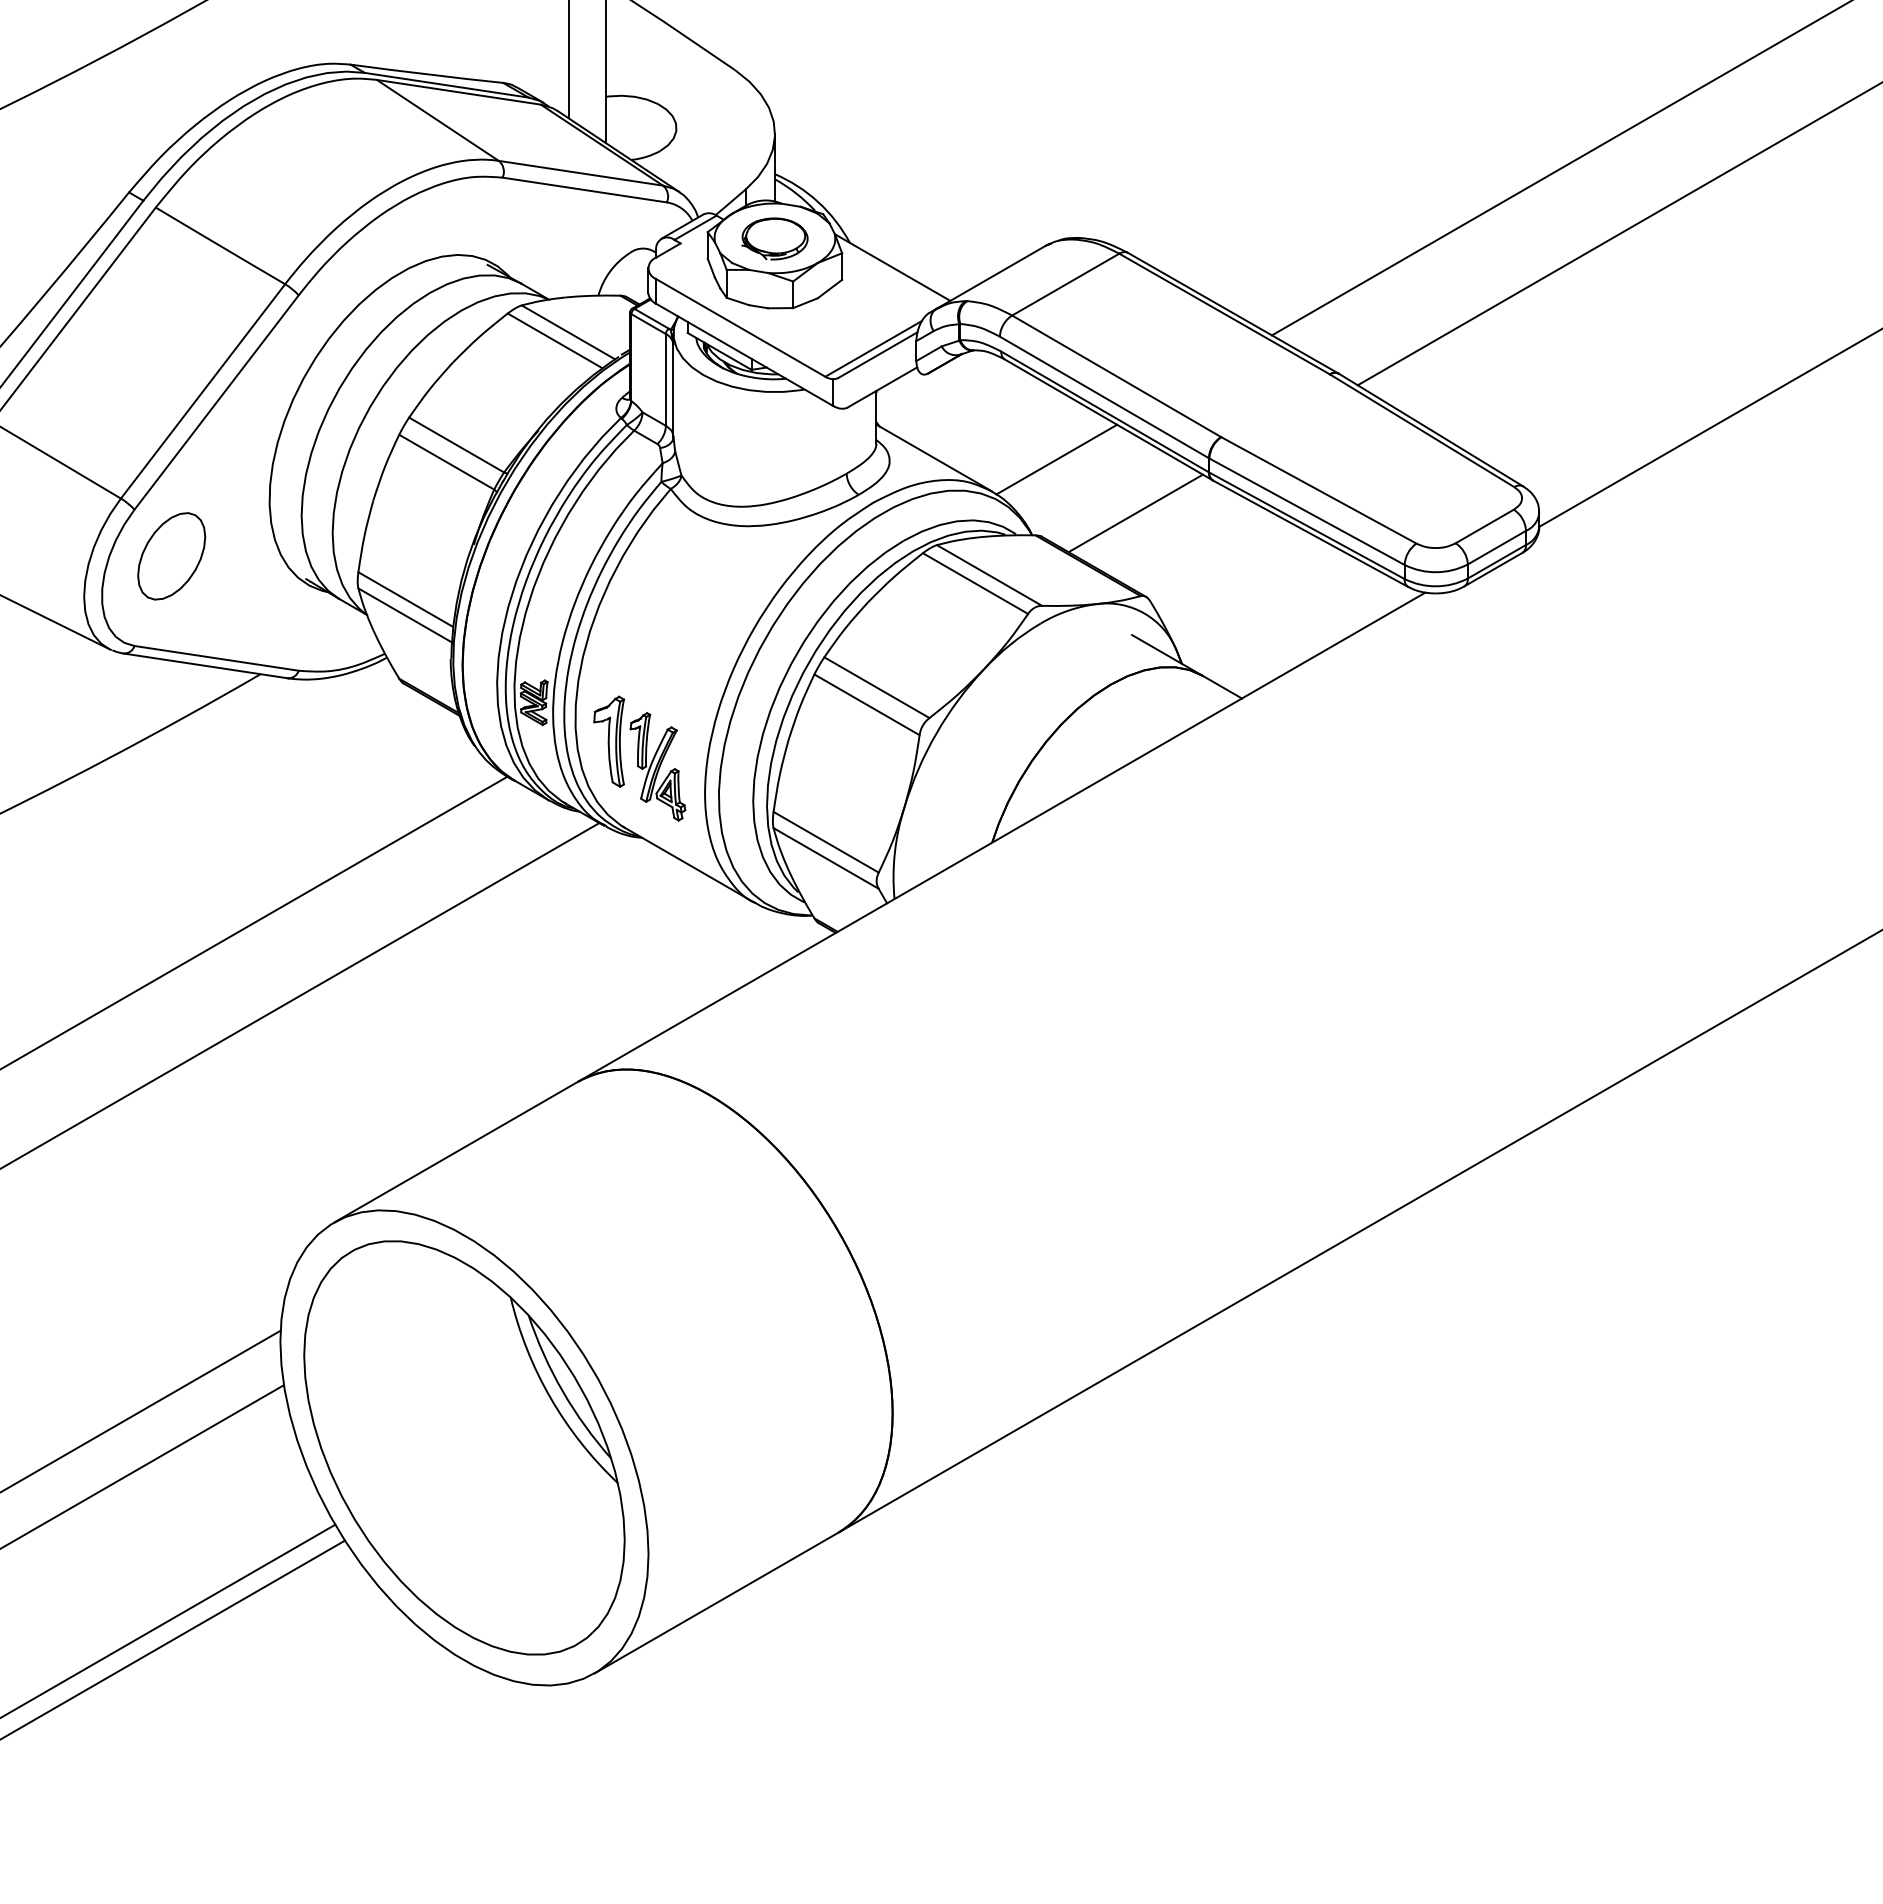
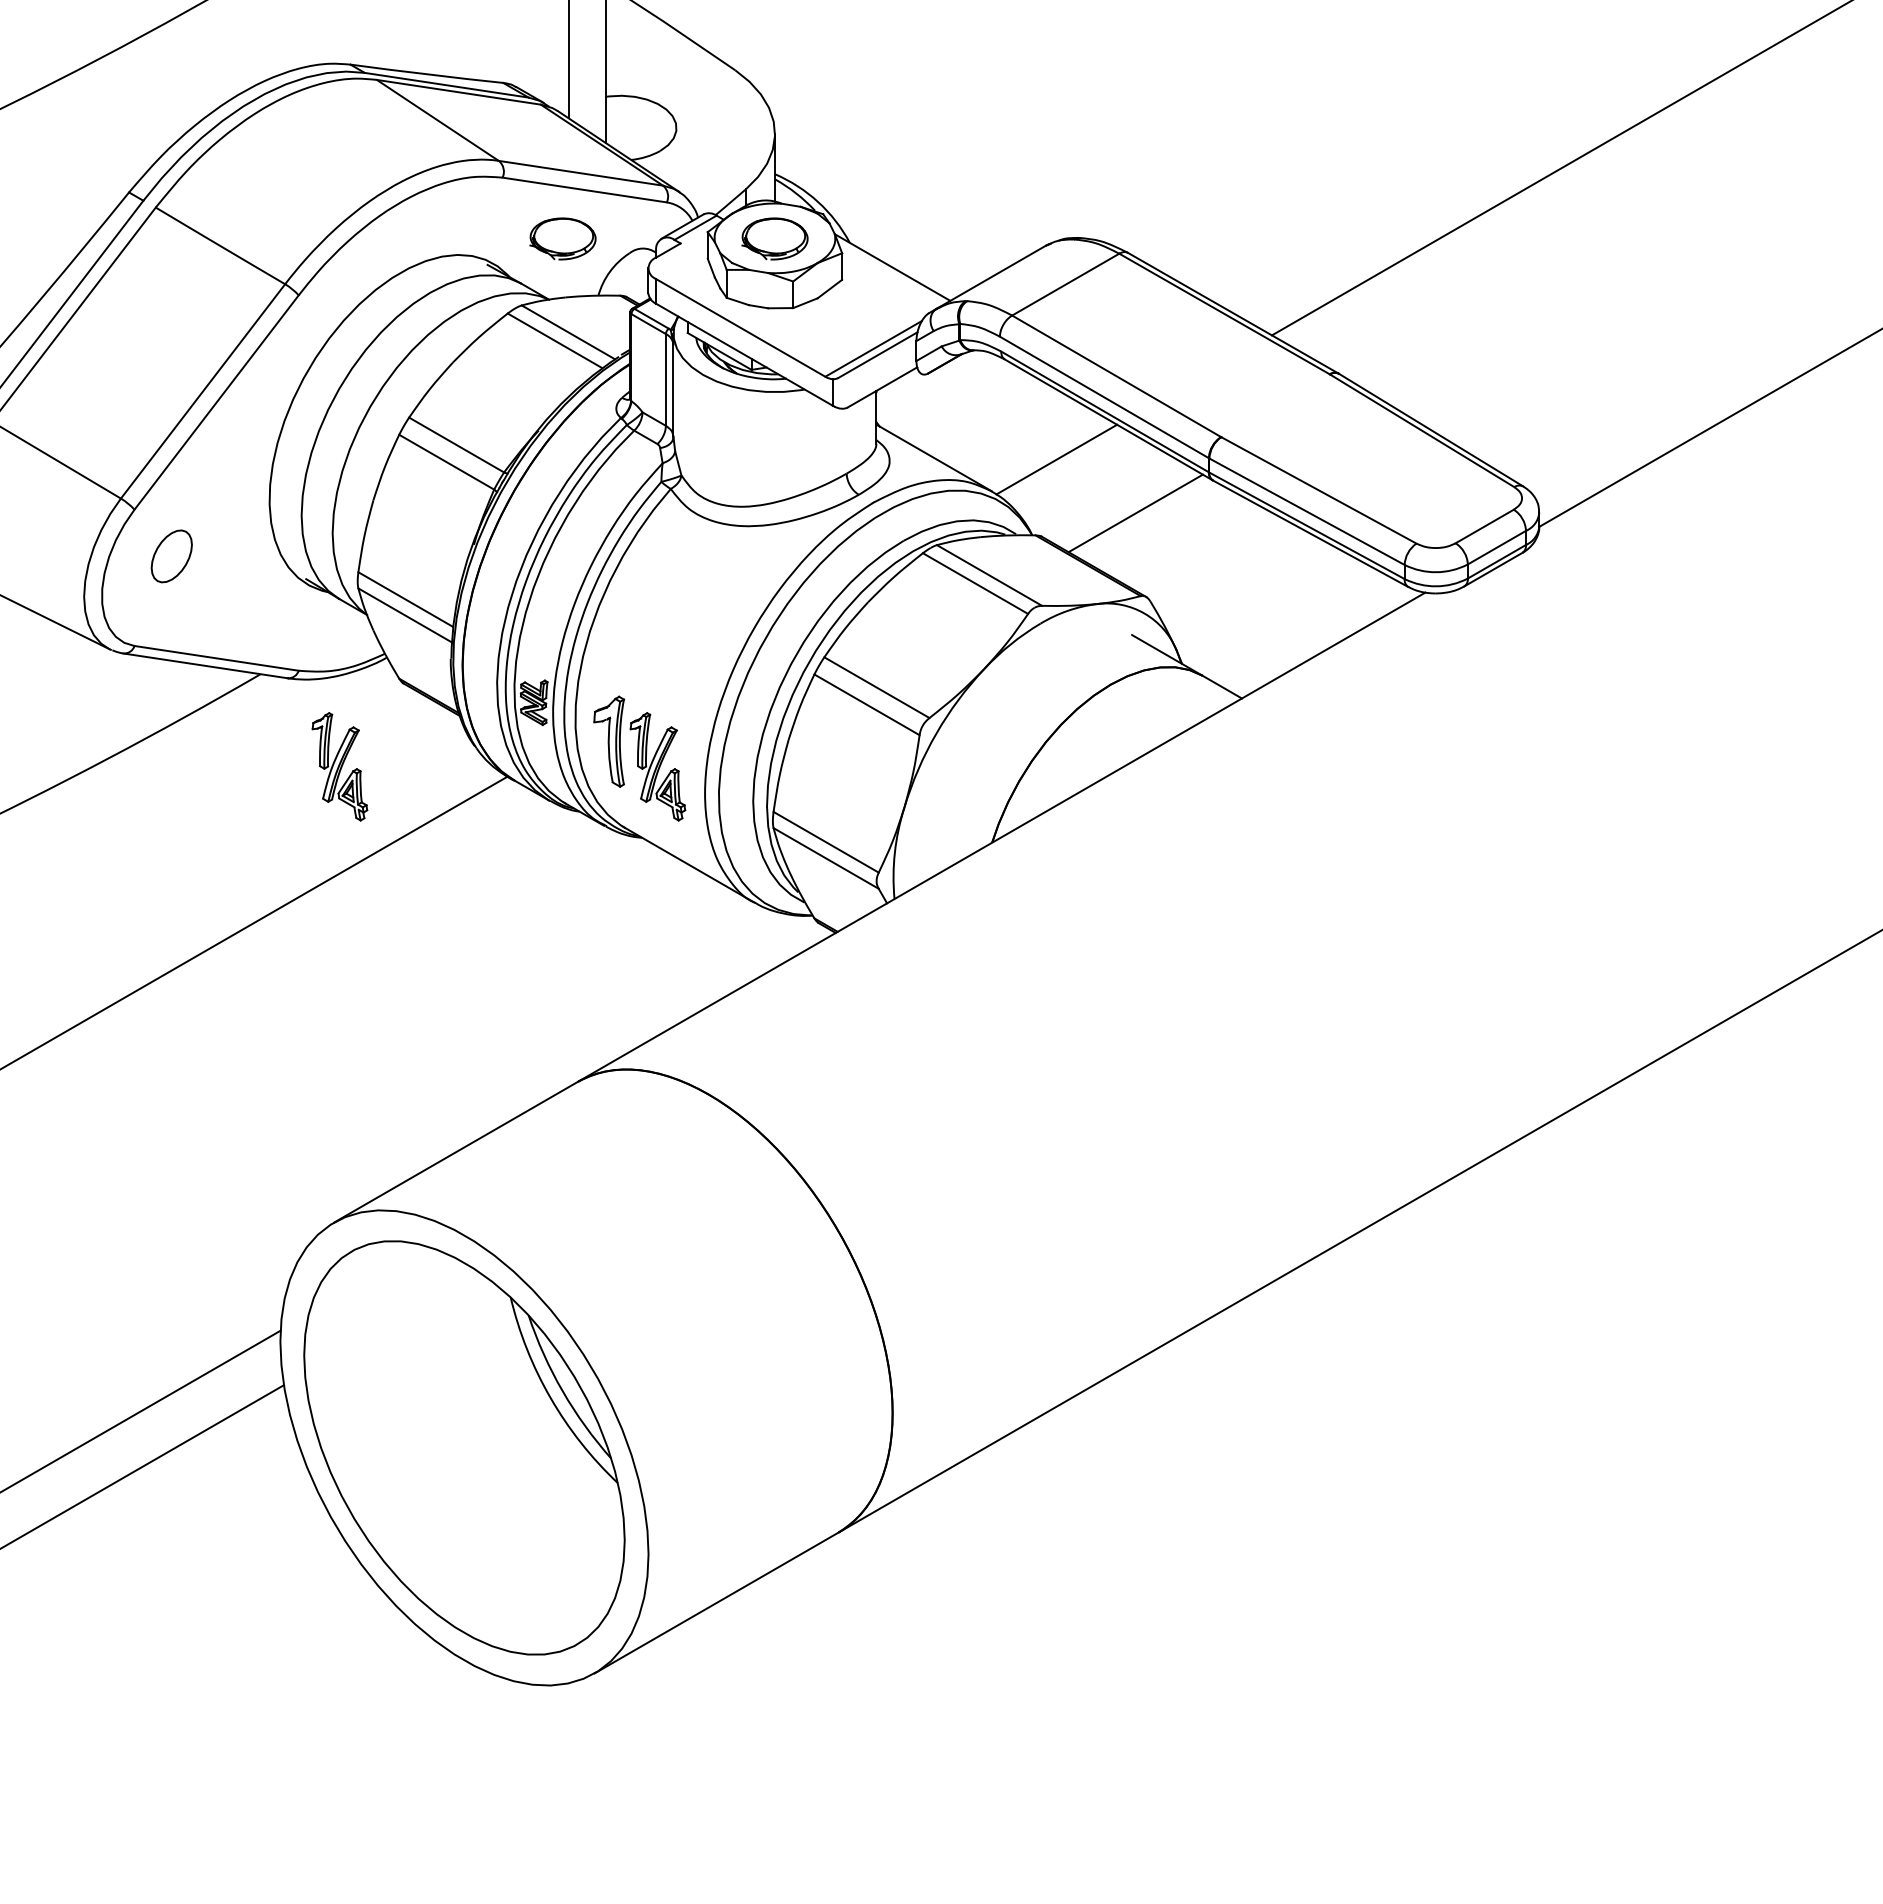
line at (1618, 234): present -> none
part at (562, 238): none -> present
part at (171, 556) size: 70x89 px -> 43x55 px
part at (339, 766): none -> present
line at (300, 995): present -> none
line at (168, 1620): present -> none
line at (173, 1639): present -> none
